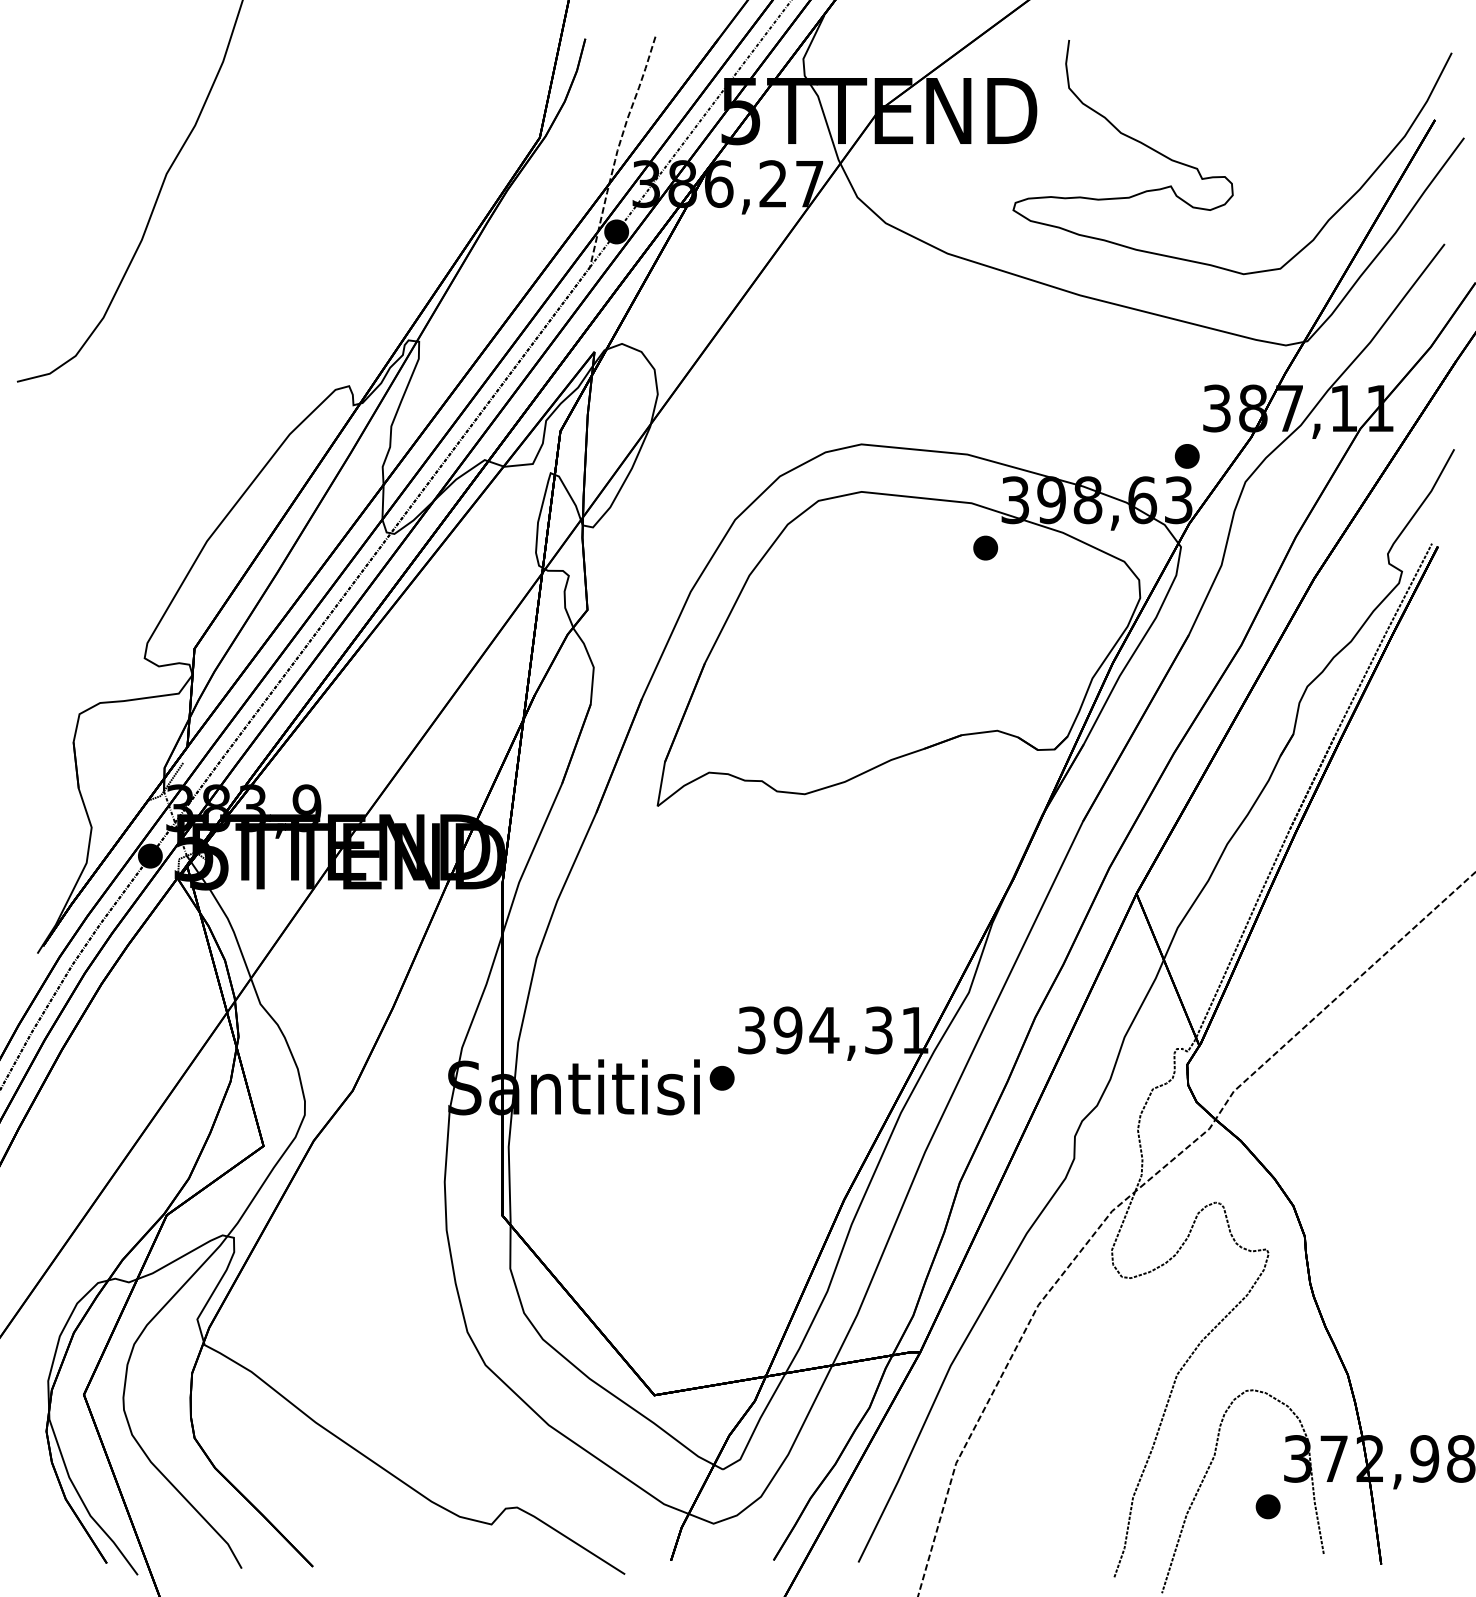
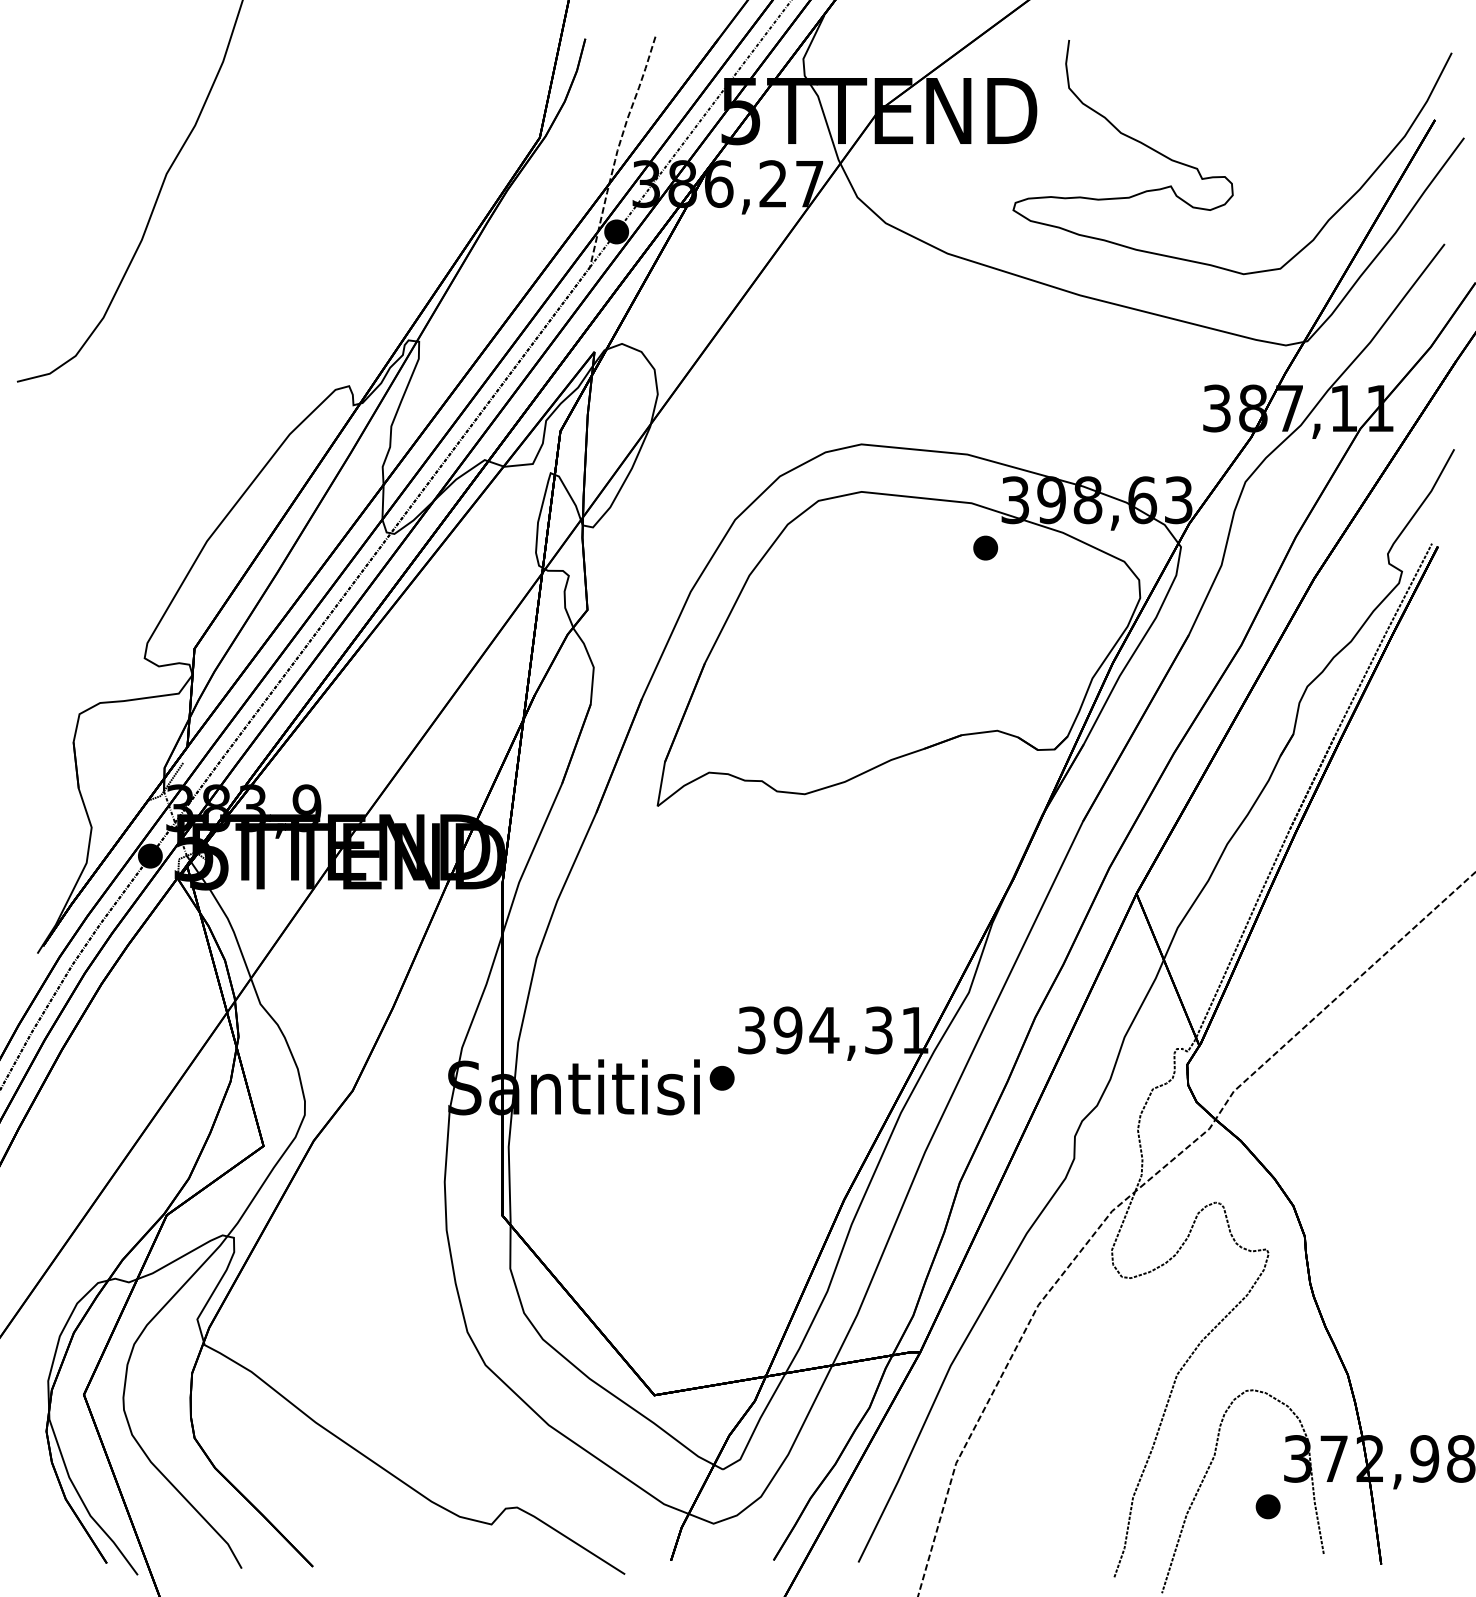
part at (1186, 456): present -> none
